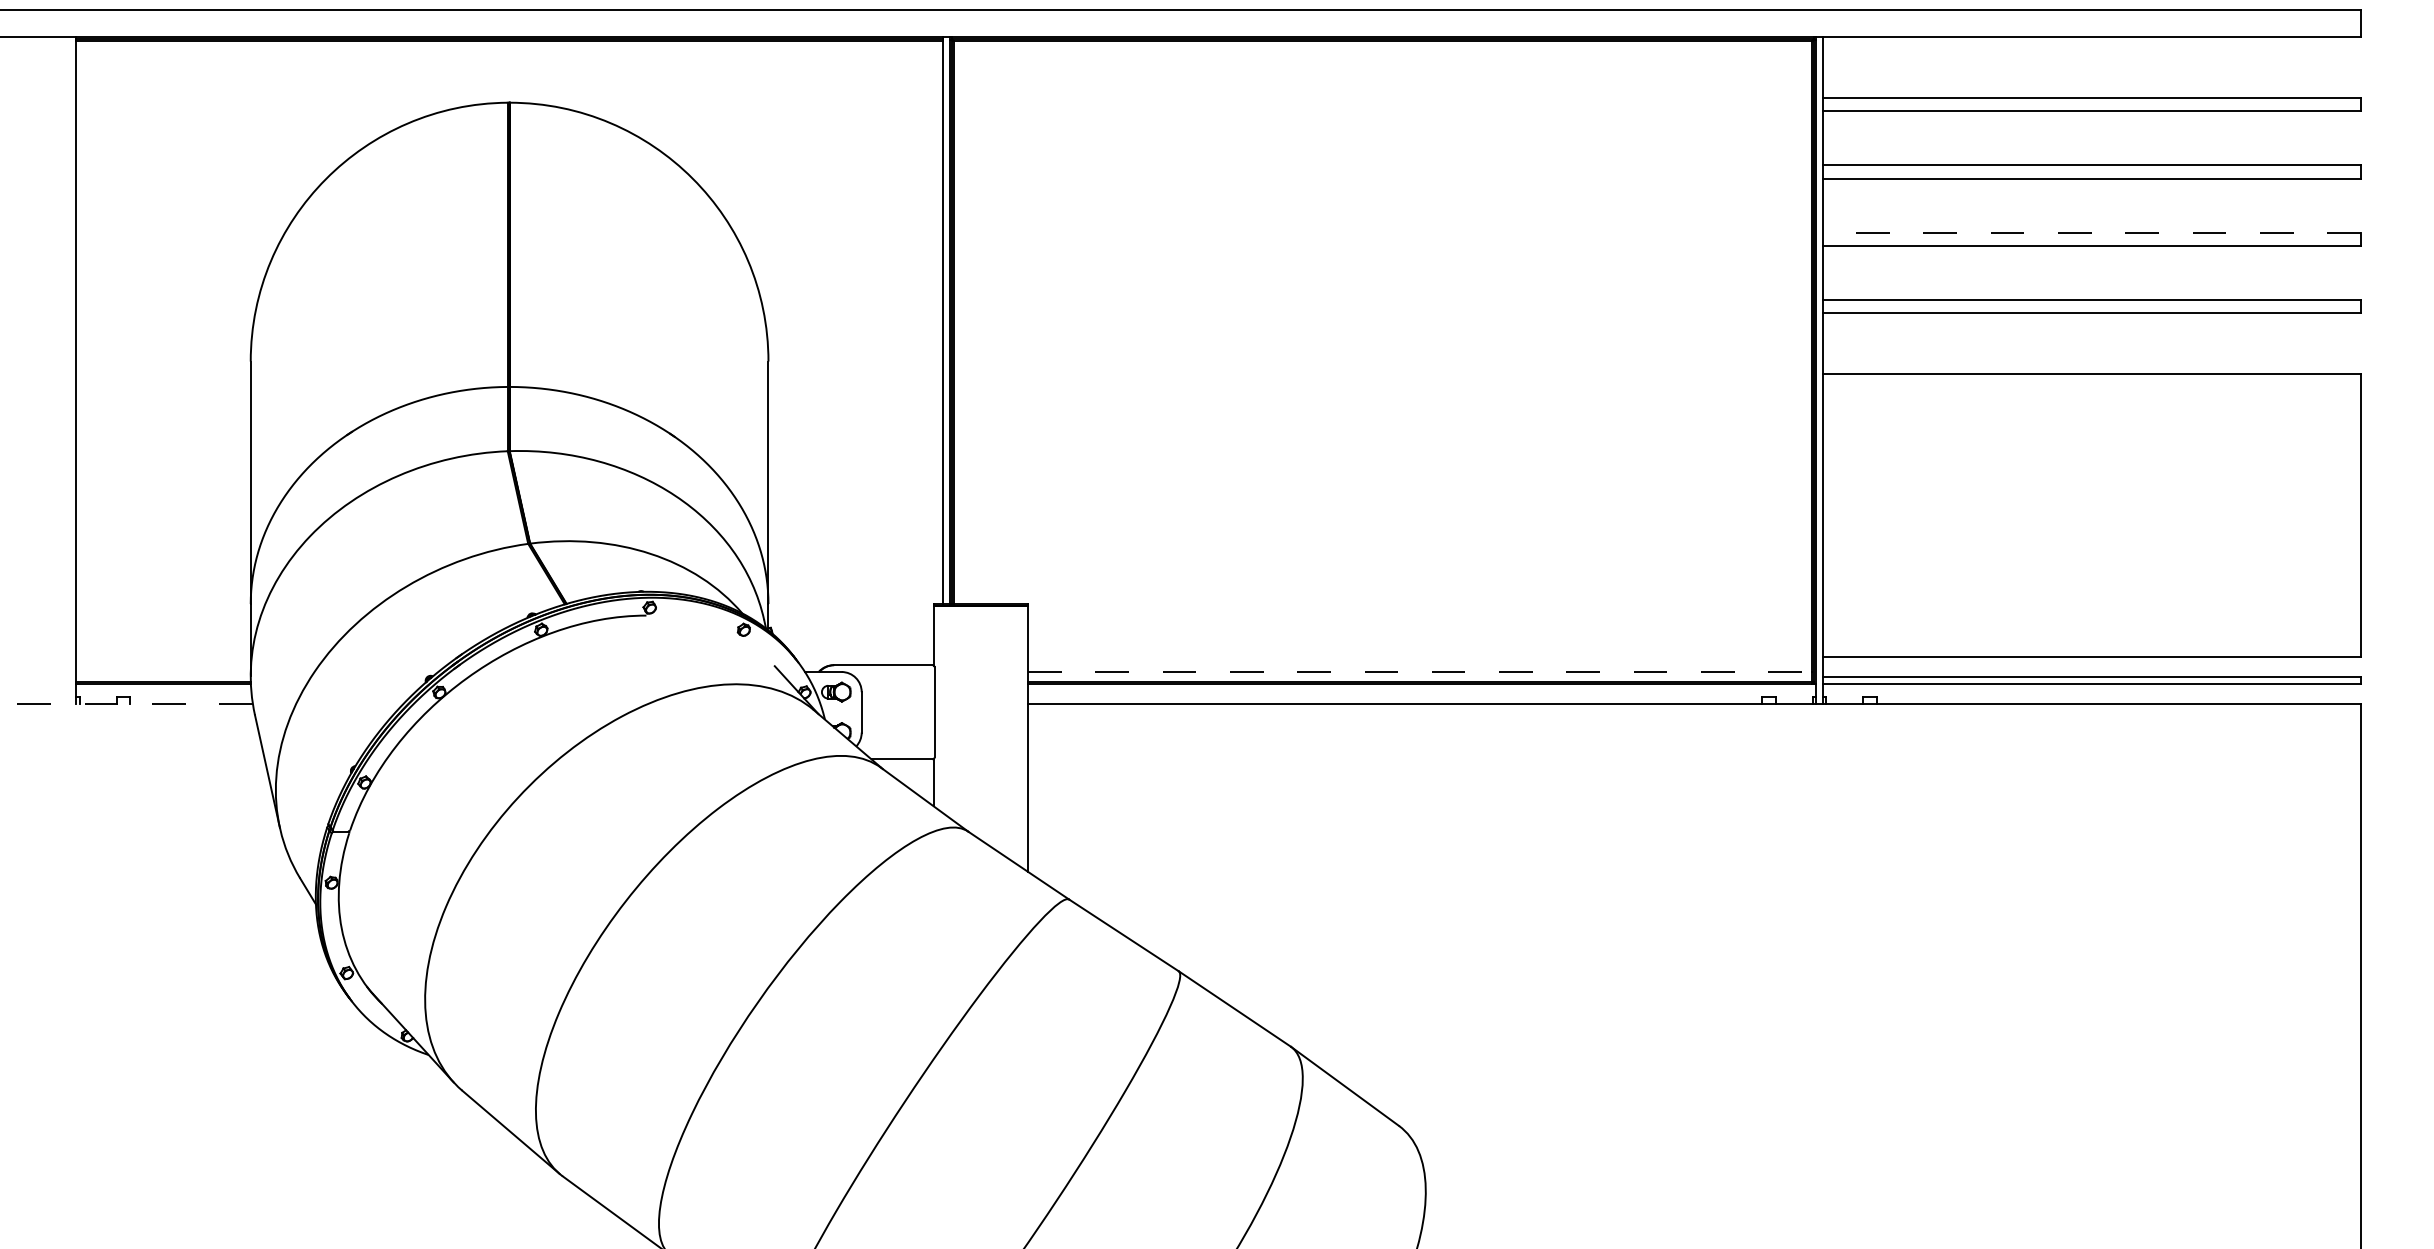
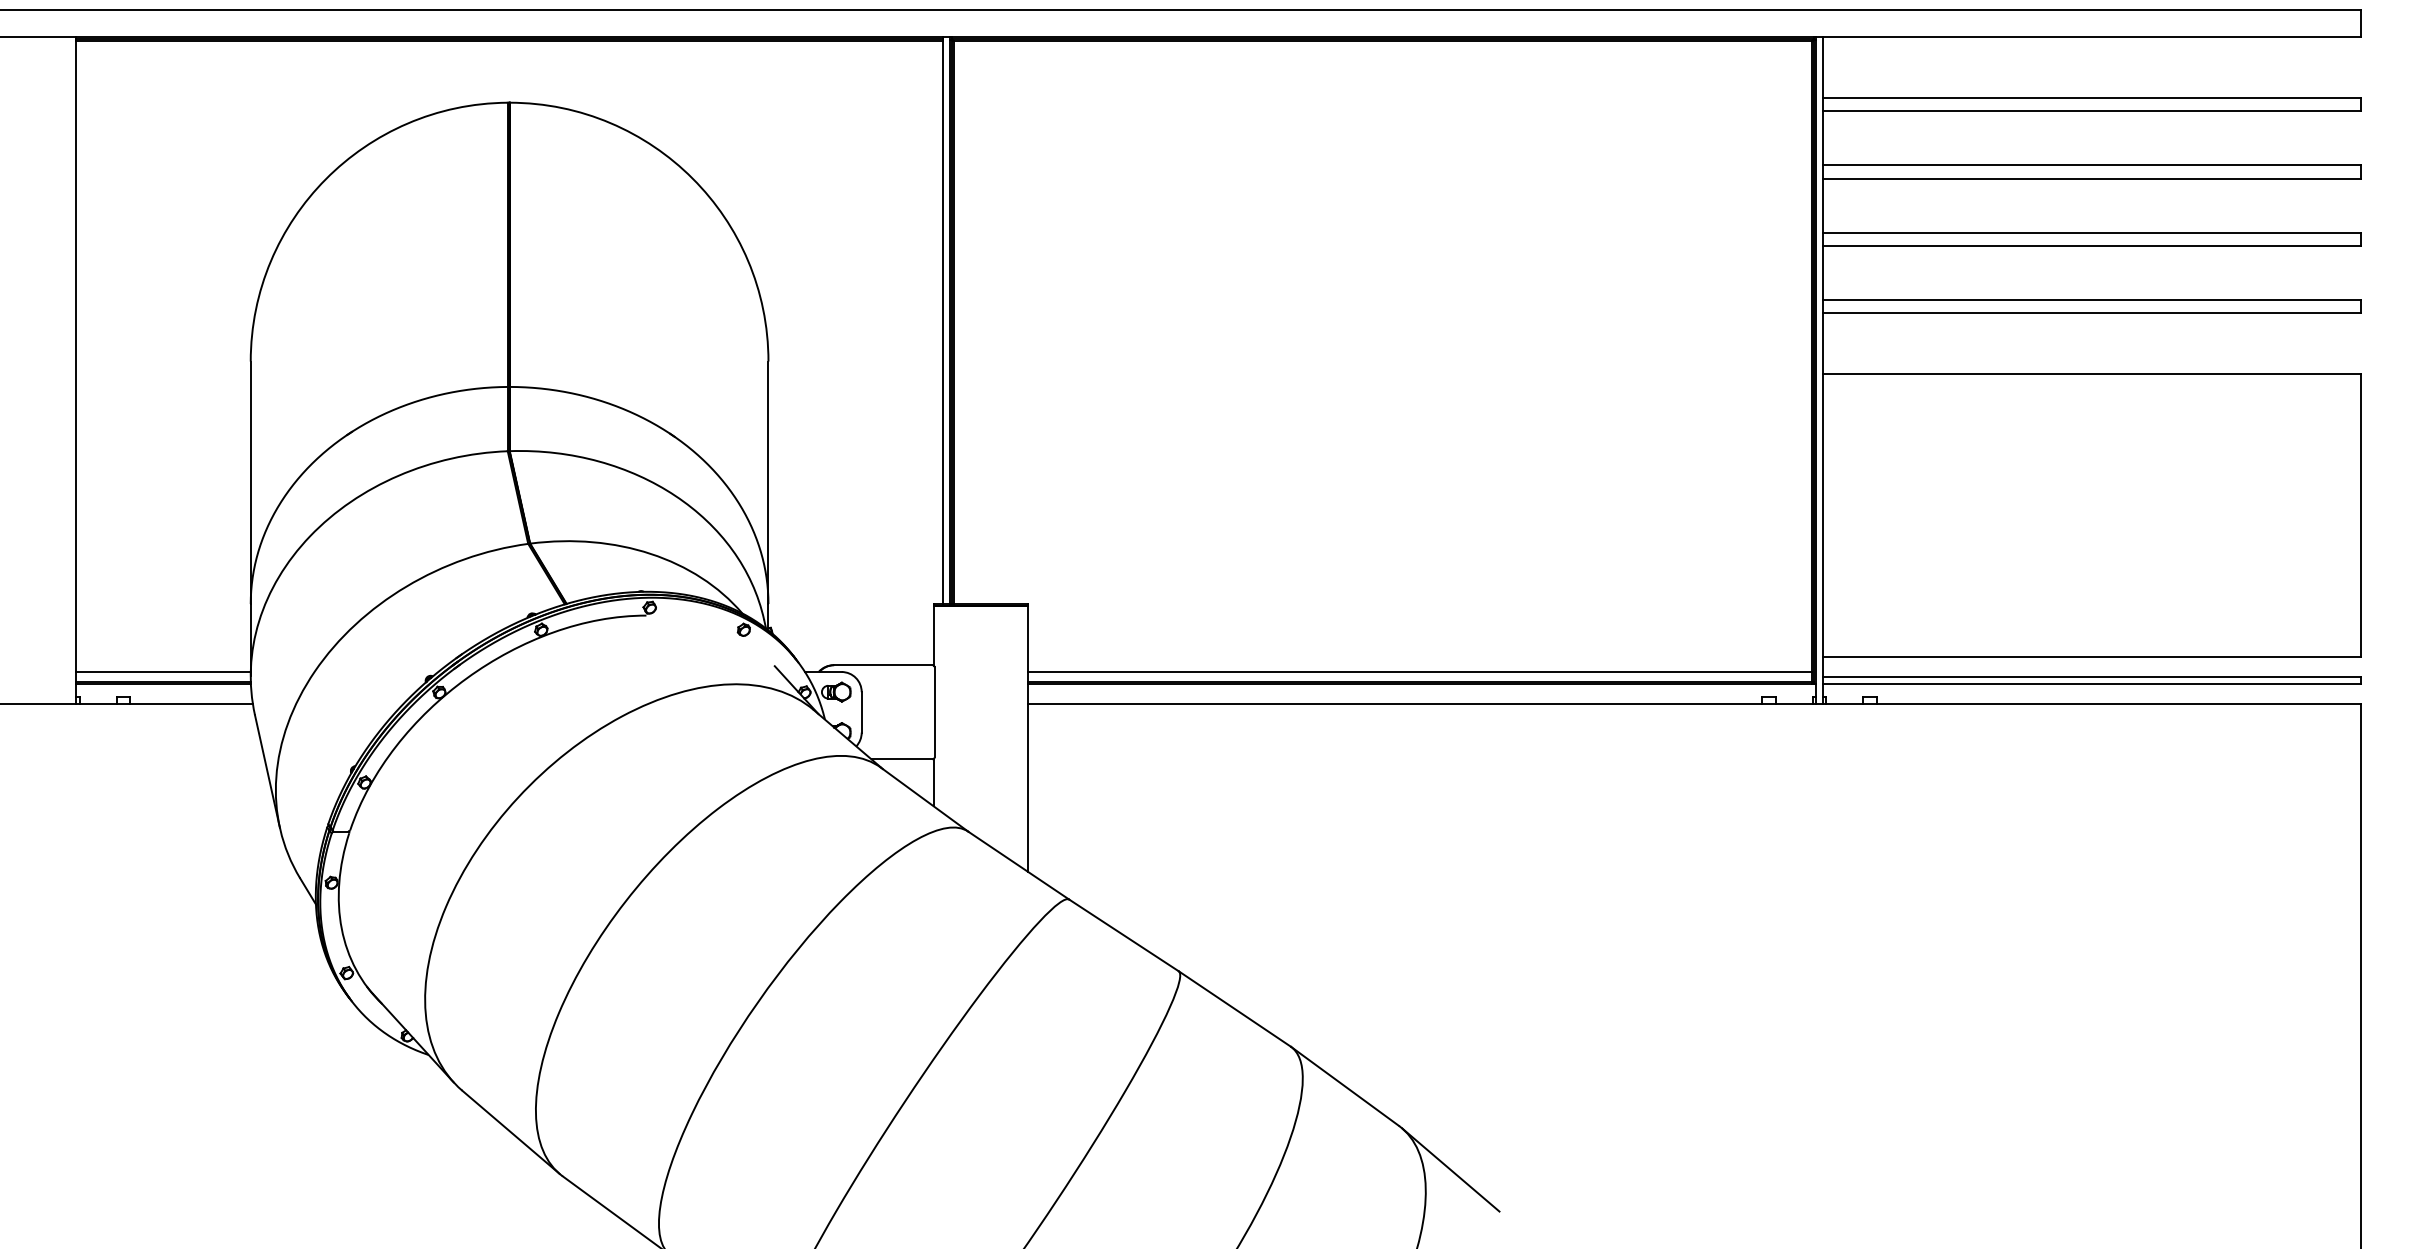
line at (2091, 232): dashed -> solid
line at (163, 672): none -> present
line at (1420, 672): dashed -> solid
line at (126, 703): dashed -> solid
line at (1450, 1169): none -> present
